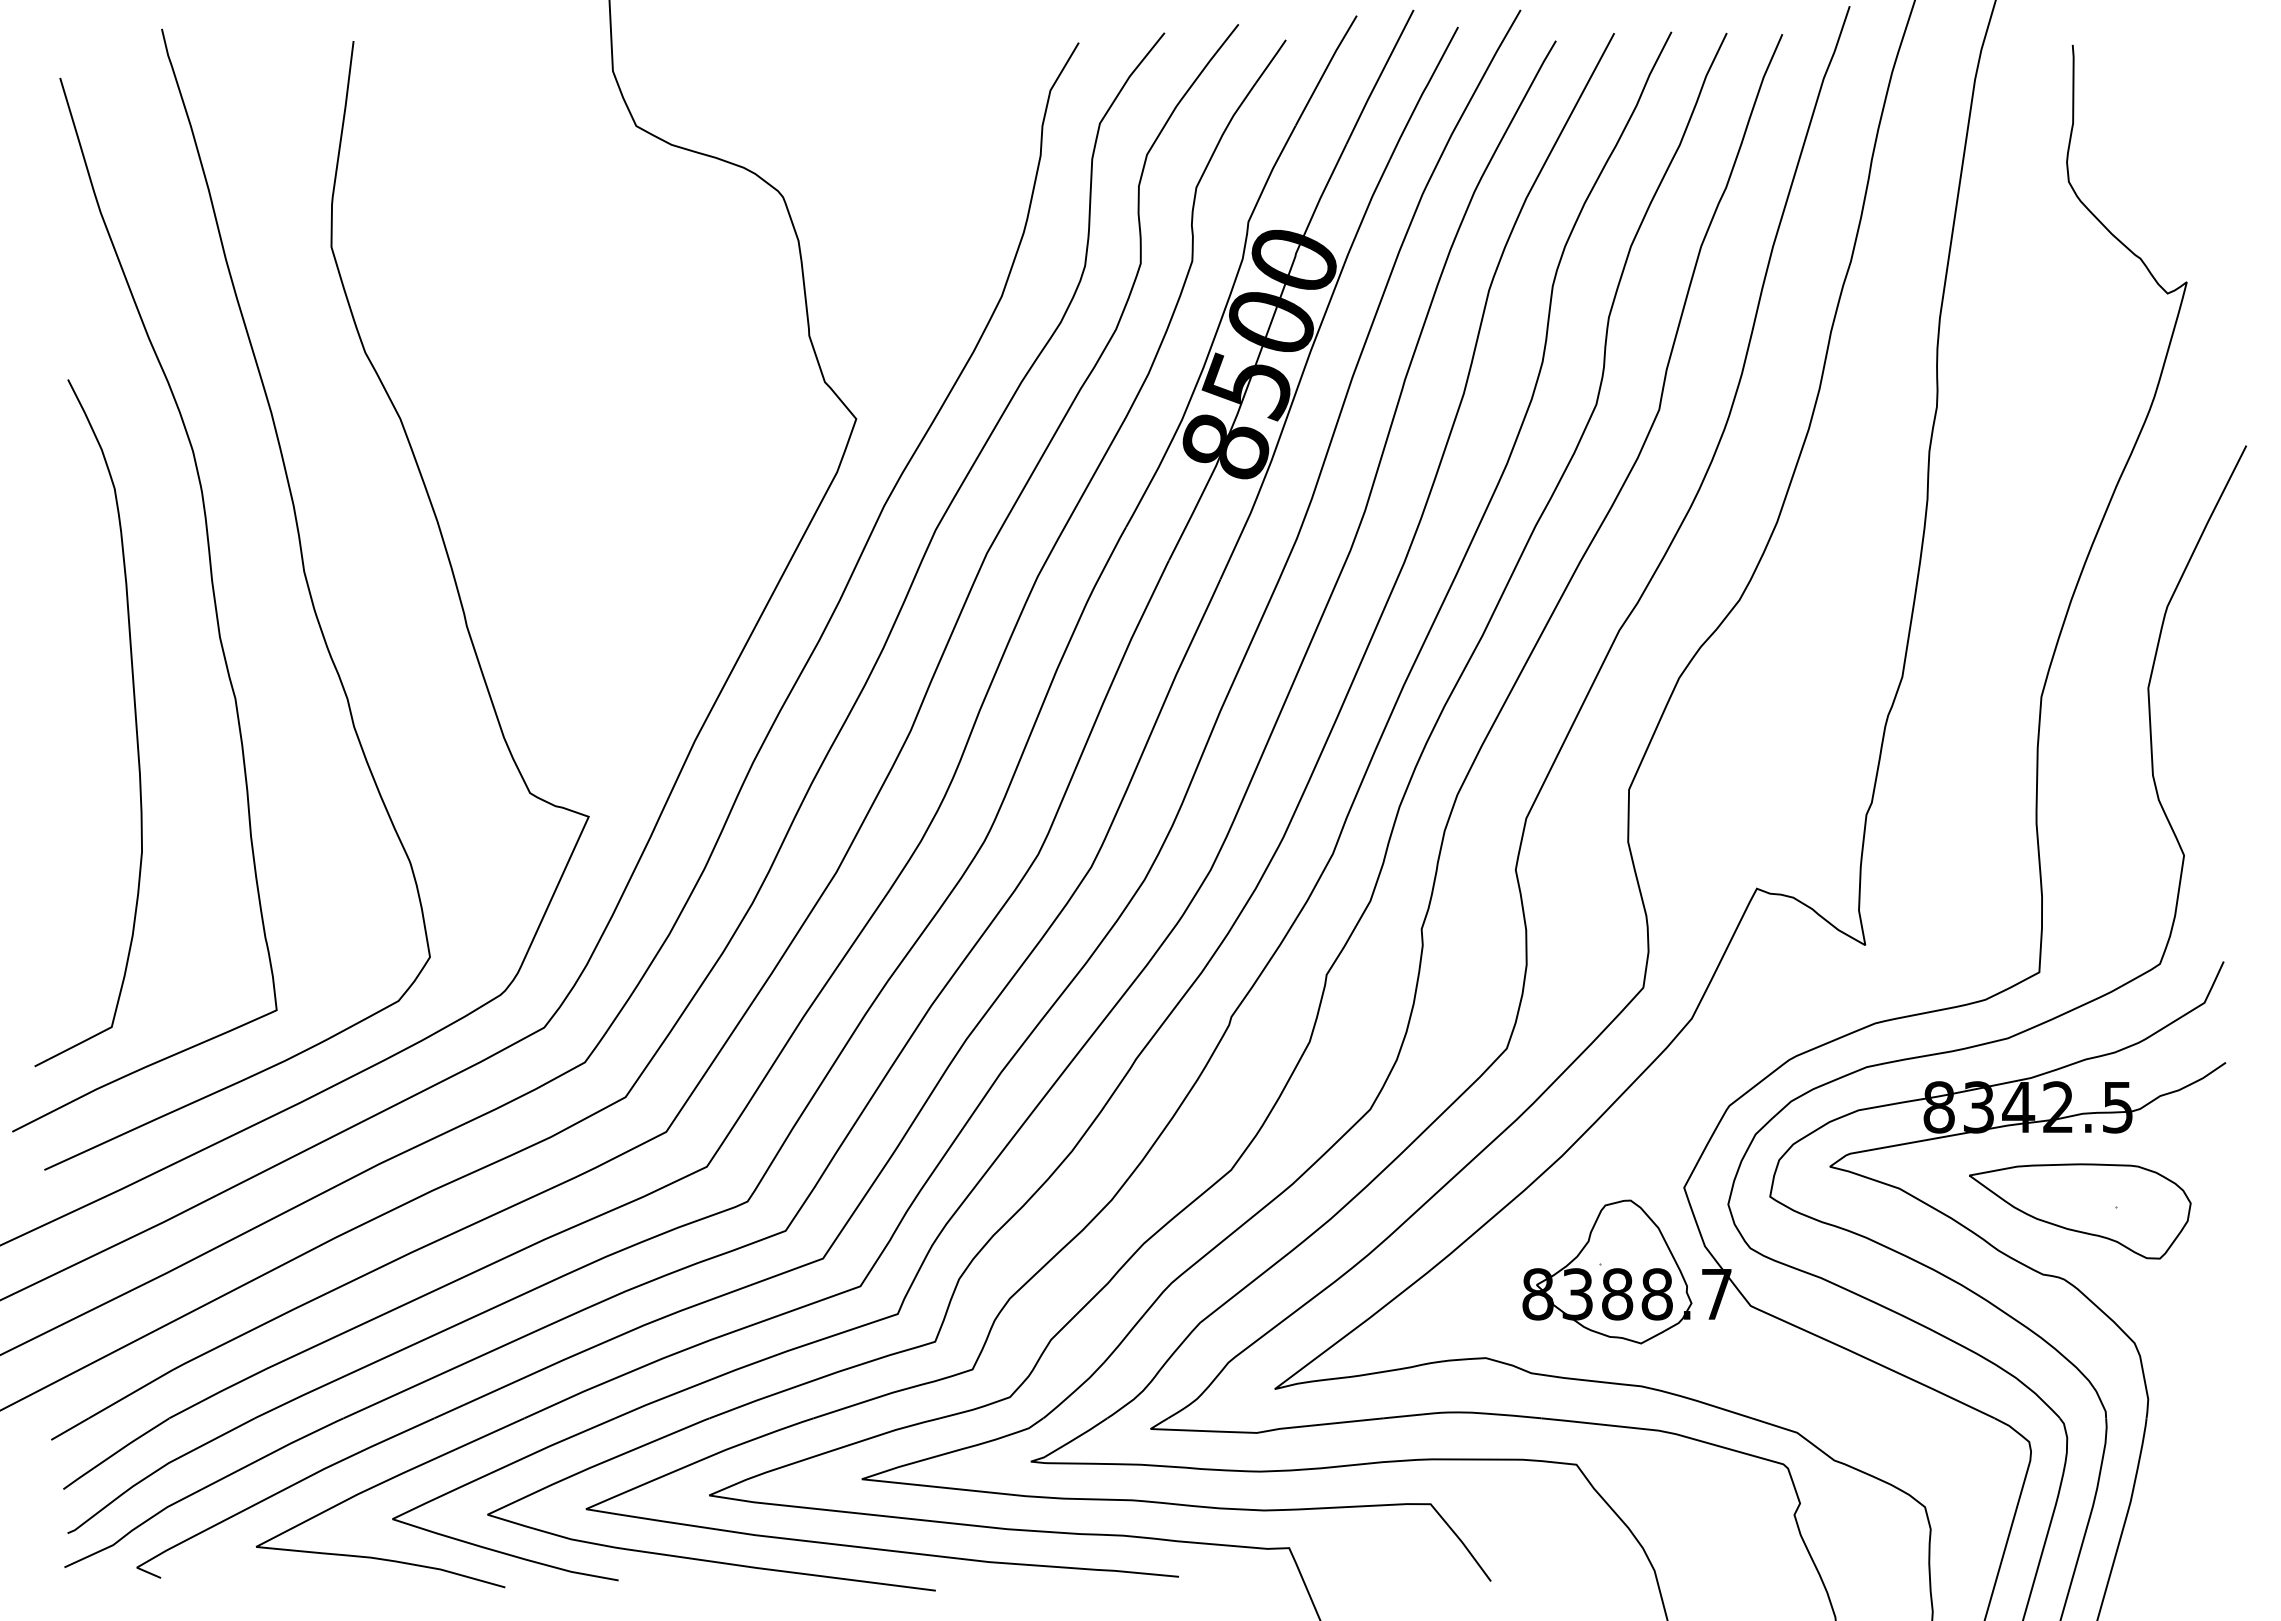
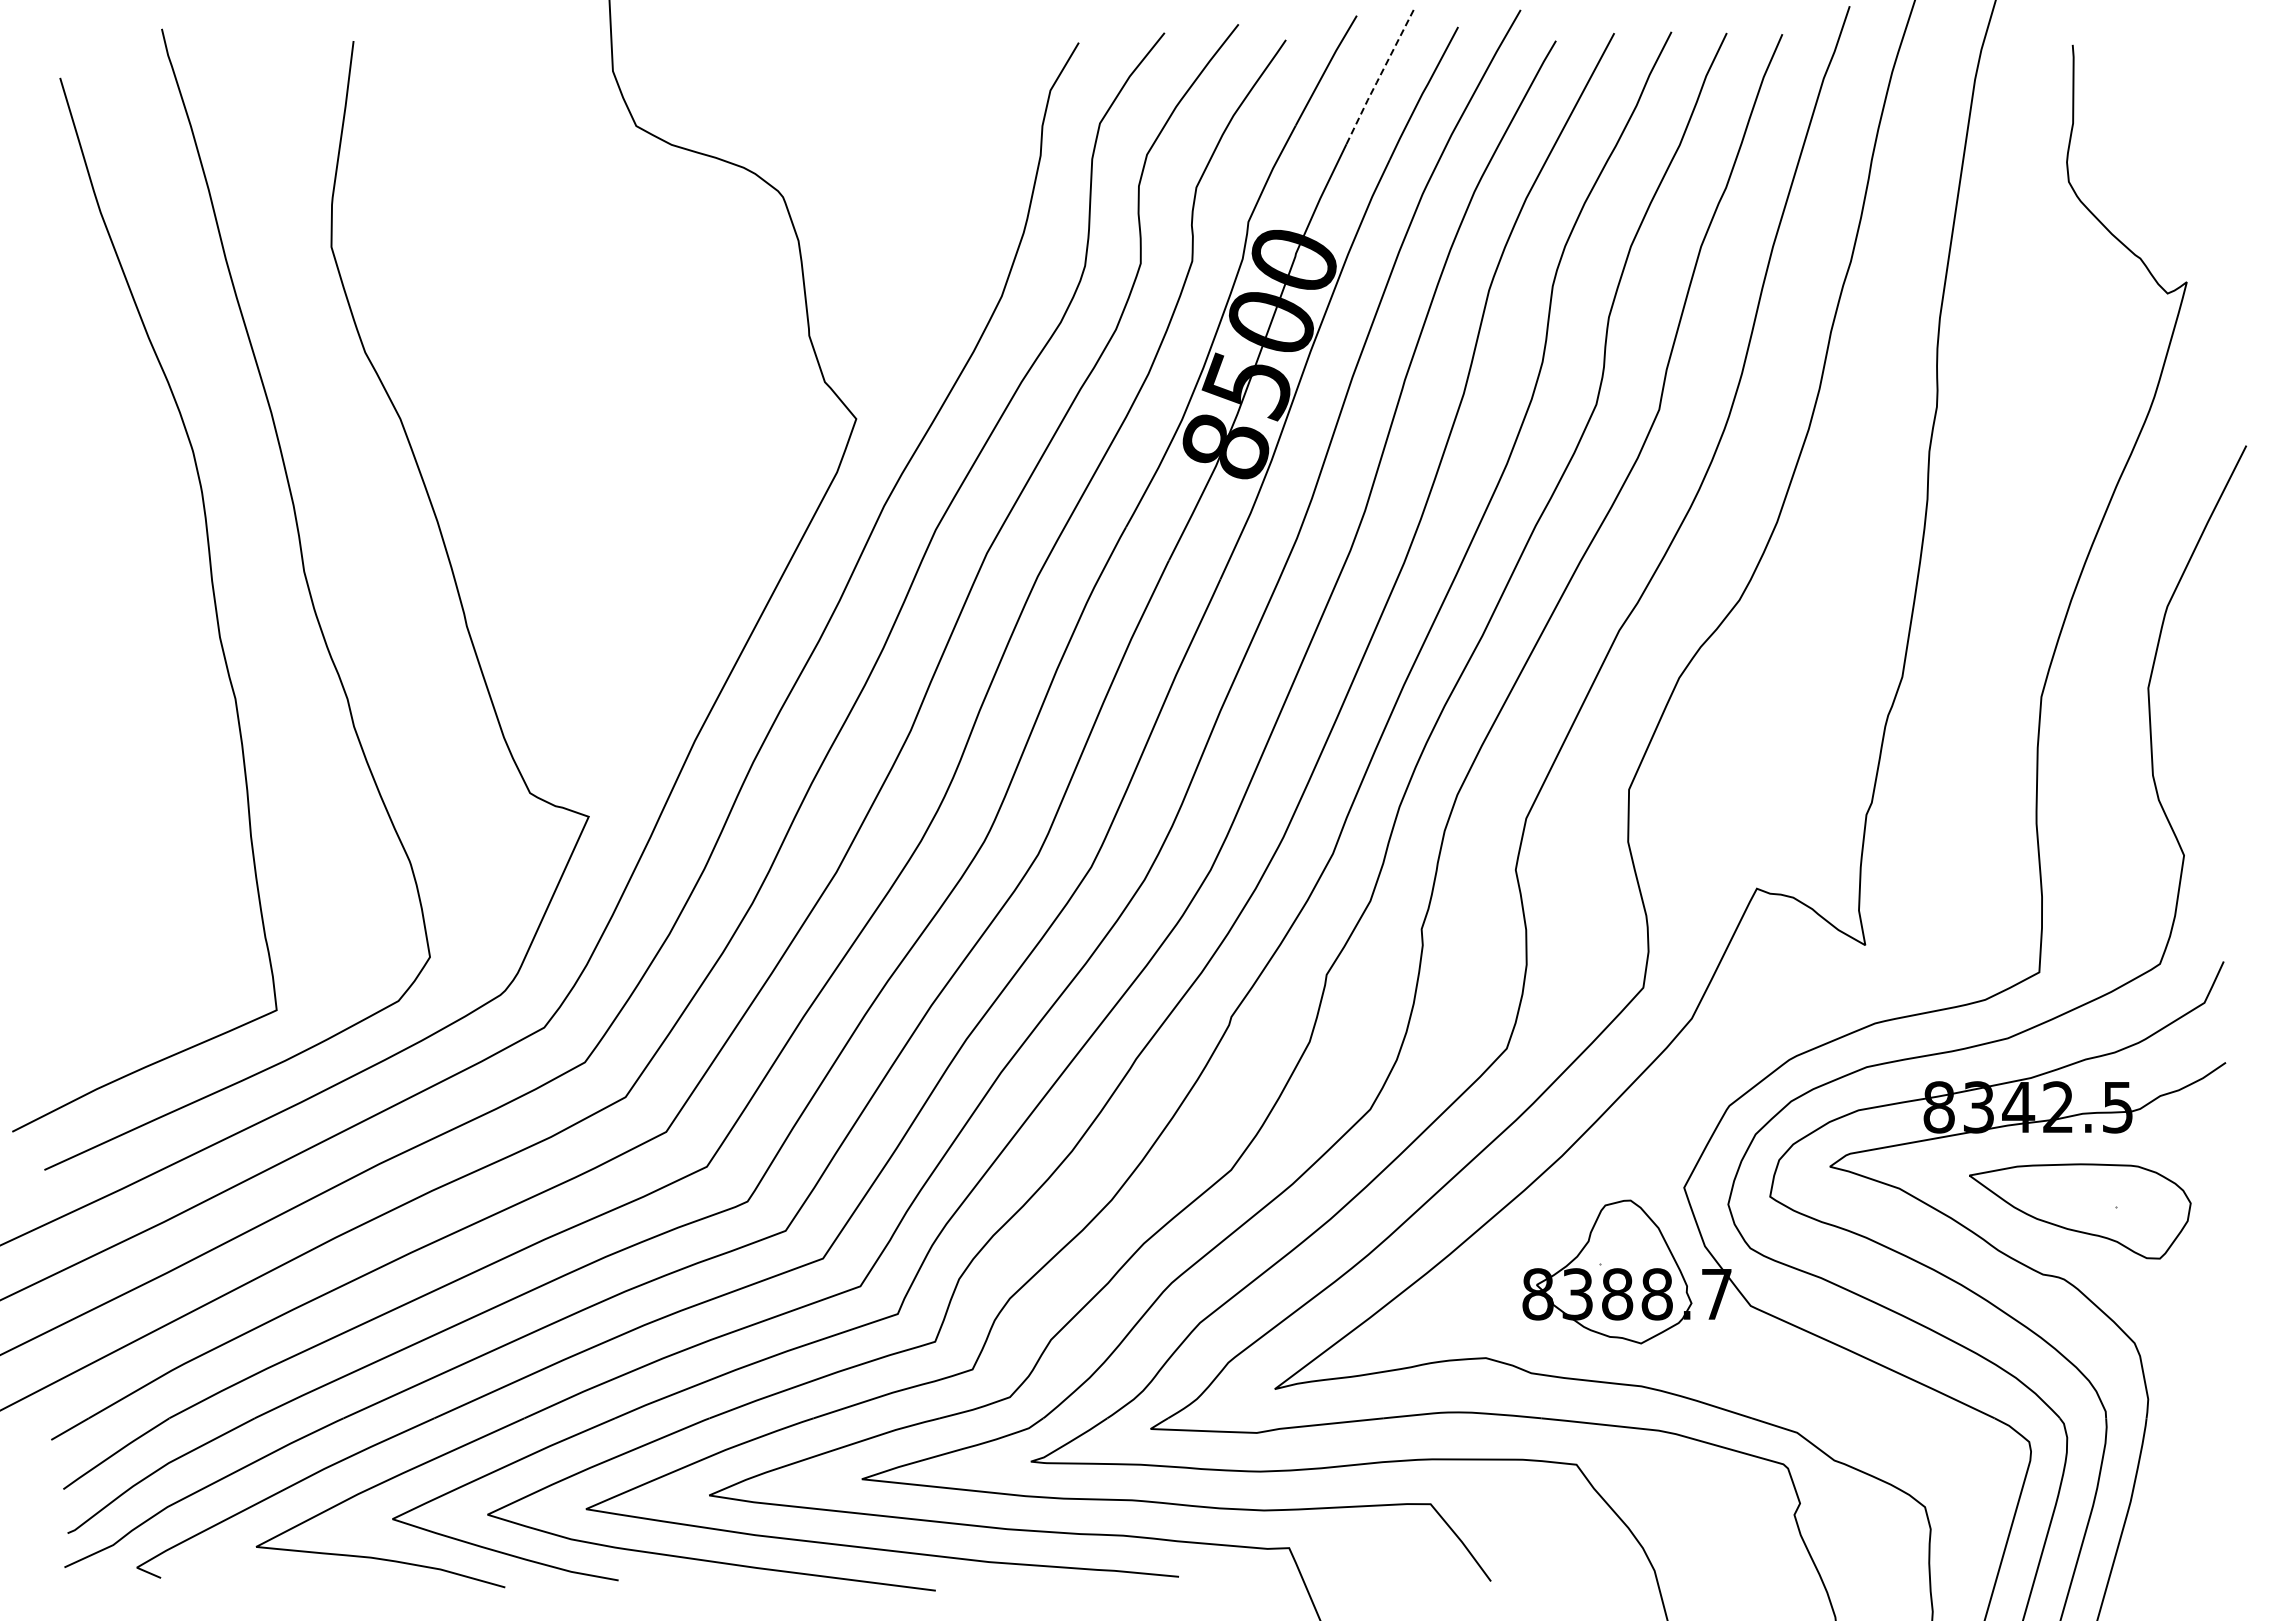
line at (1378, 78): solid -> dashed
curve at (134, 716): present -> none
